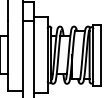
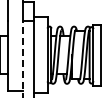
line at (22, 58): solid -> dashed
